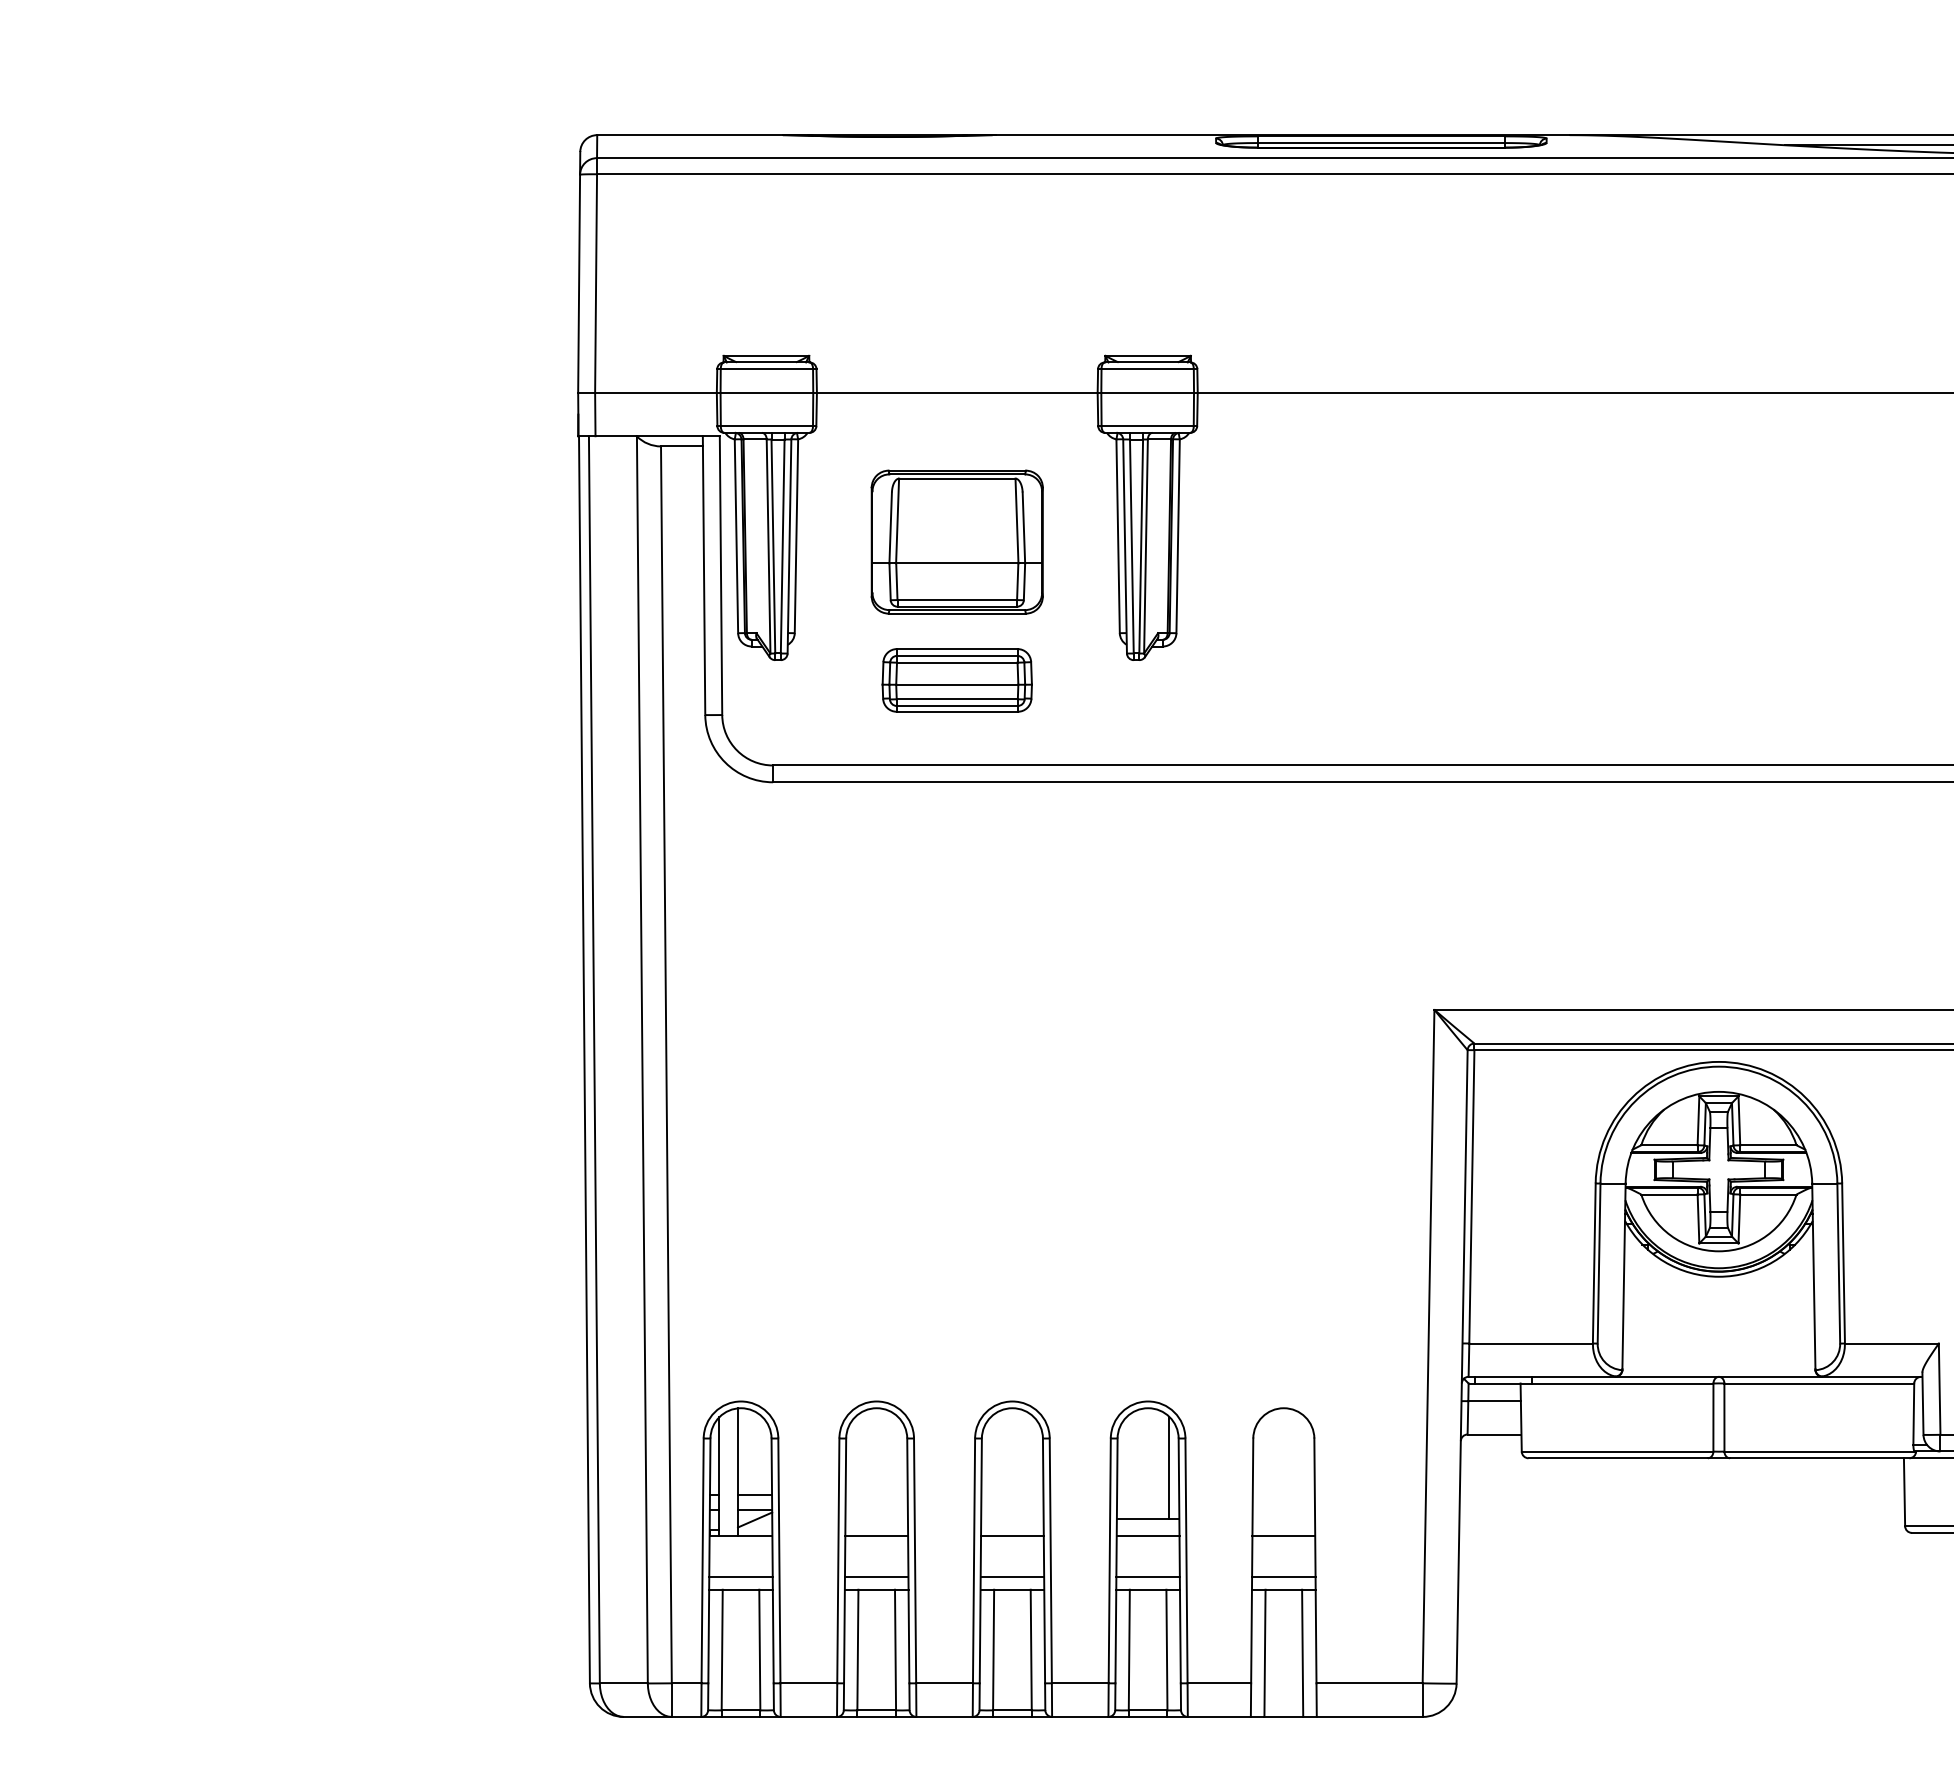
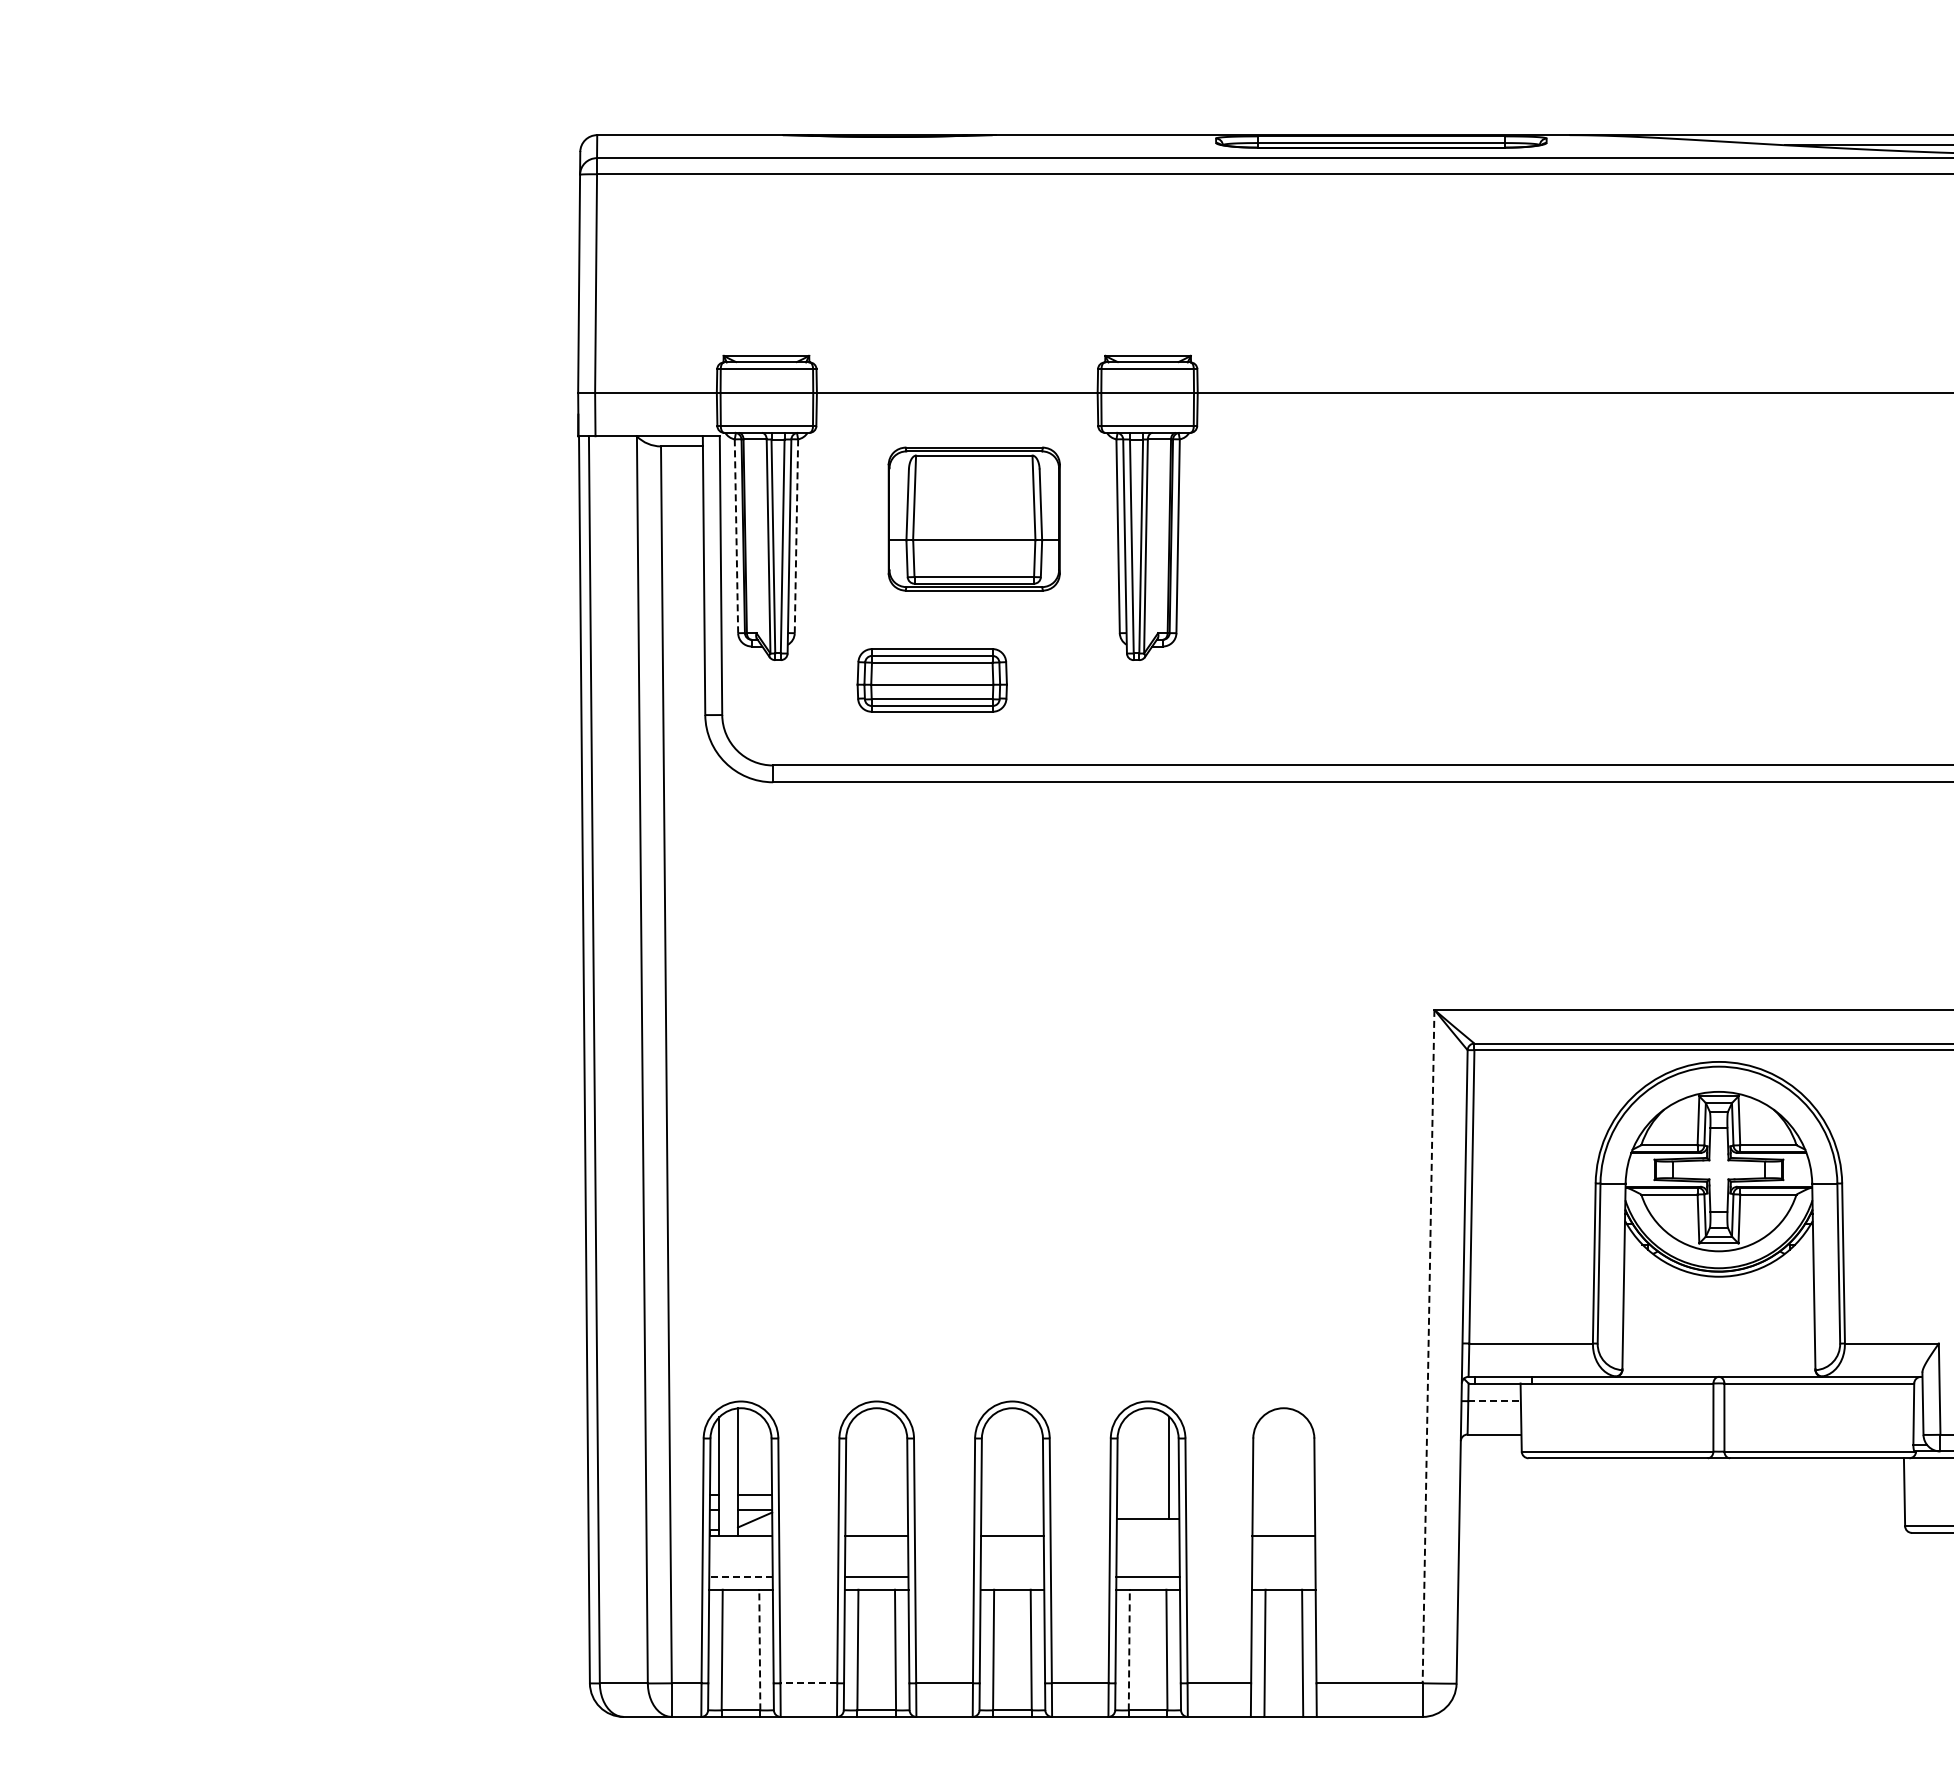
line at (736, 536): solid -> dashed
line at (796, 536): solid -> dashed
part at (956, 541) position: (956, 541) -> (973, 518)
part at (956, 680) position: (956, 680) -> (931, 680)
line at (1428, 1346): solid -> dashed
line at (1495, 1401): solid -> dashed
line at (1147, 1536): present -> none
line at (741, 1577): solid -> dashed
line at (1012, 1577): present -> none
line at (1283, 1577): present -> none
line at (759, 1649): solid -> dashed
line at (1129, 1649): solid -> dashed
line at (808, 1683): solid -> dashed
